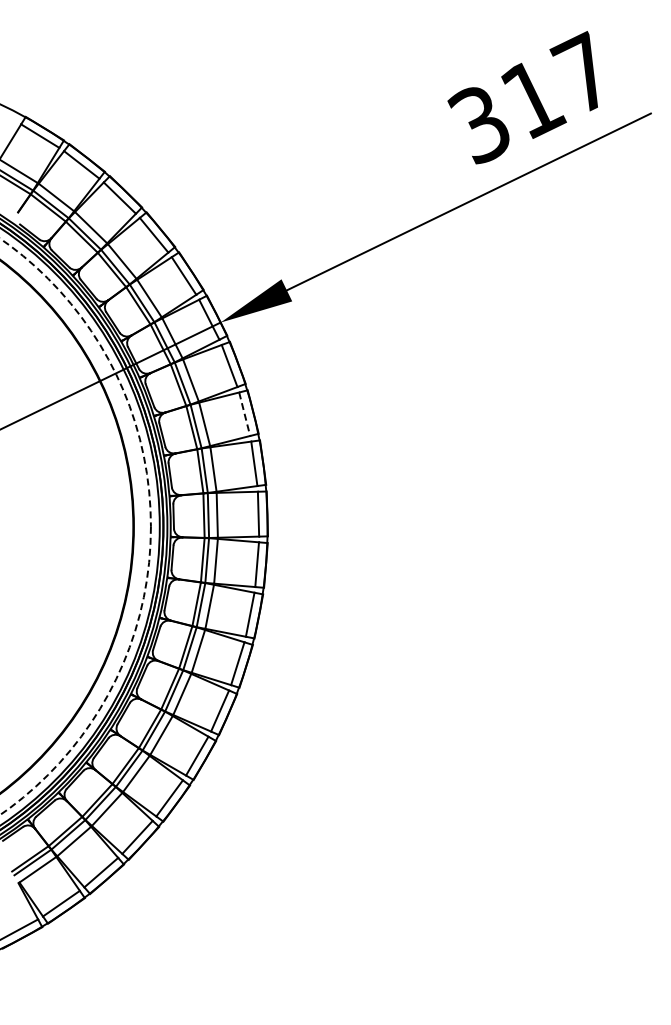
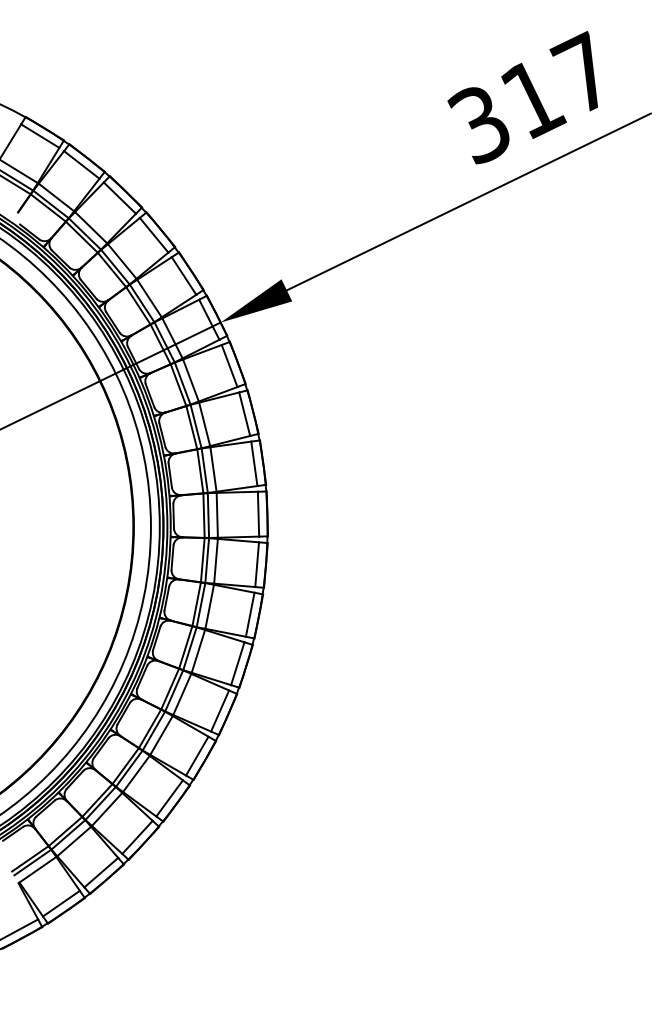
line at (244, 414): dashed -> solid
circle at (75, 526): dashed -> solid
